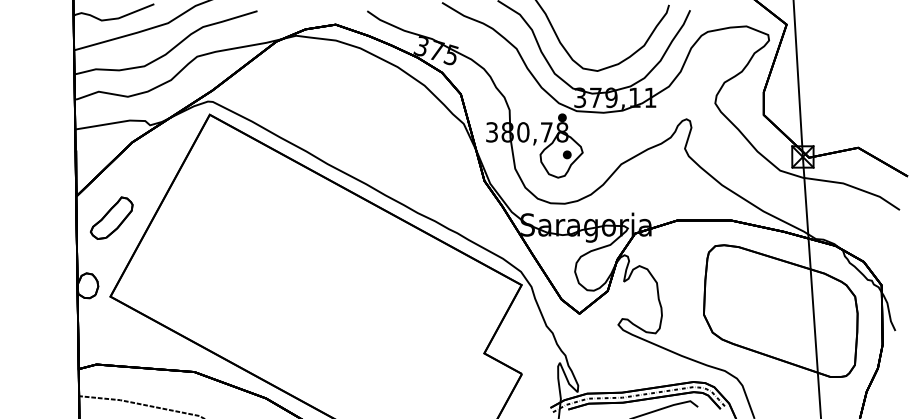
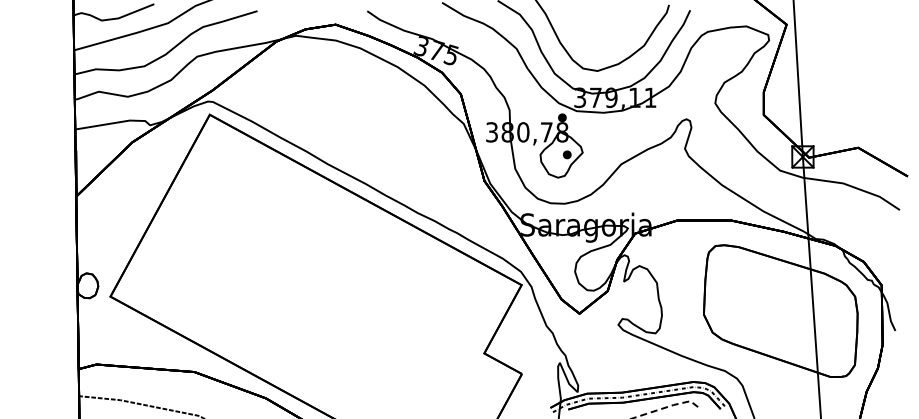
part at (111, 217): present -> none
line at (666, 407): solid -> dashed
